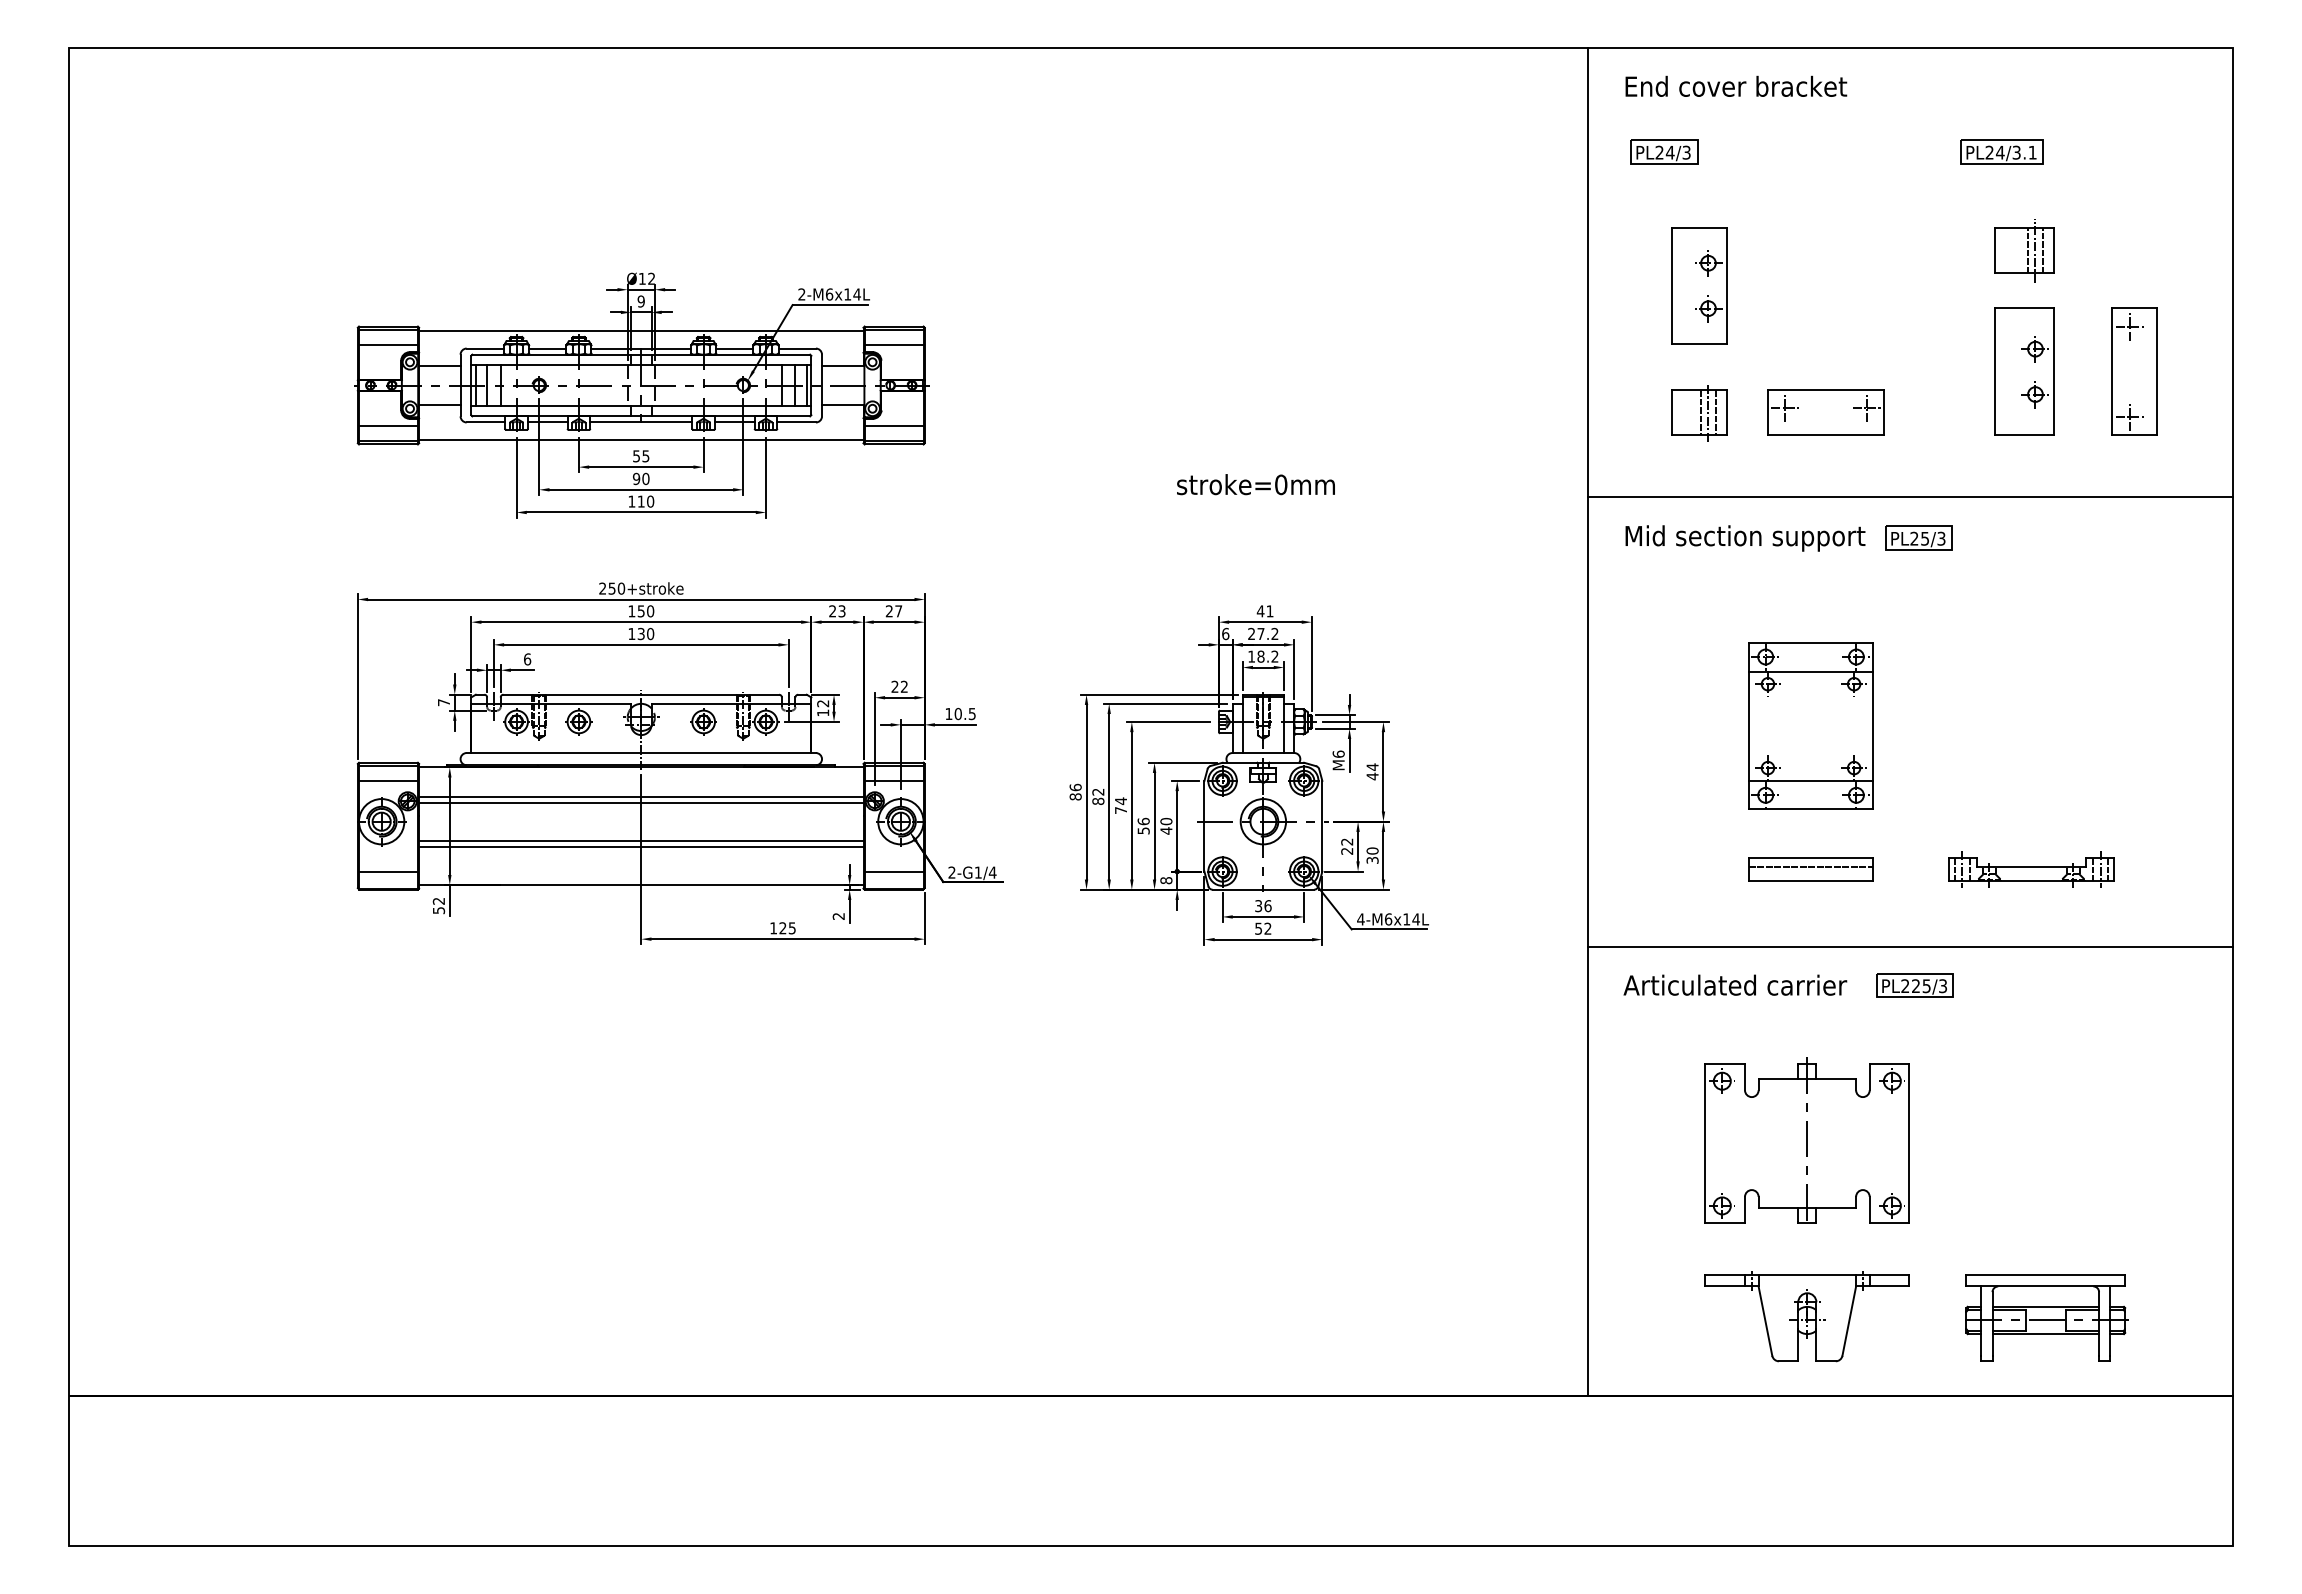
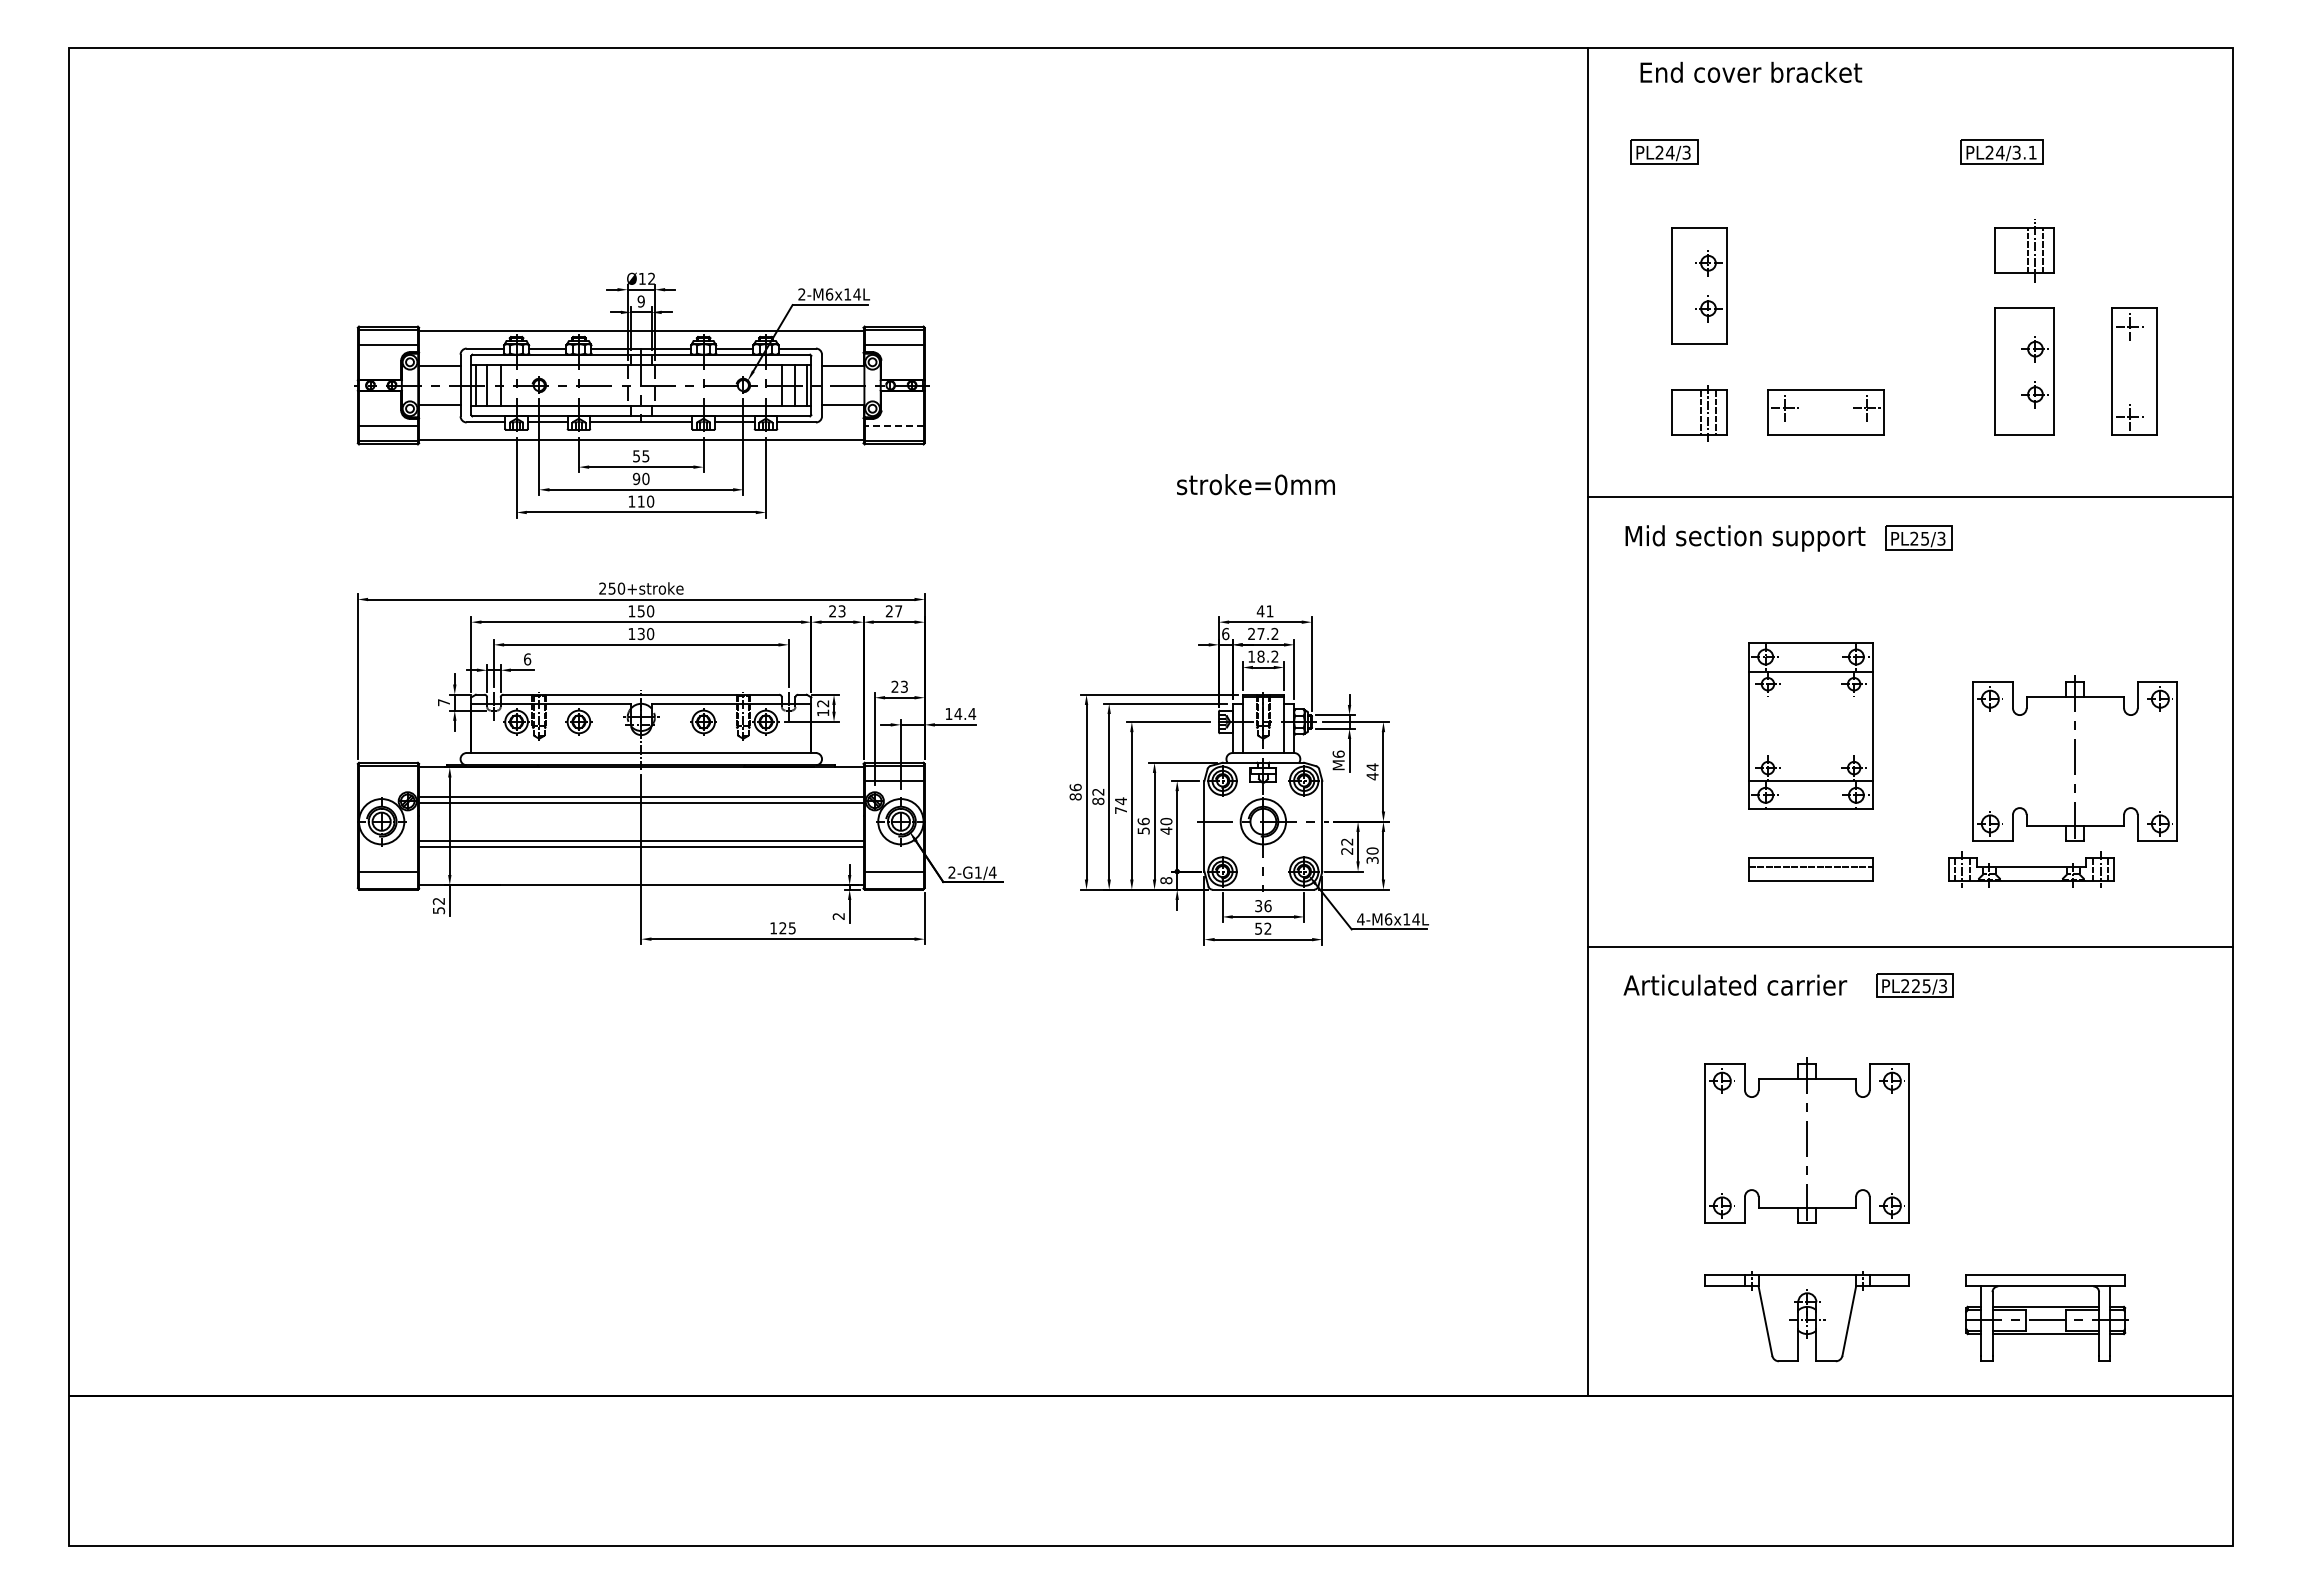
text at (1736, 85) position: (1736, 85) -> (1751, 71)
line at (893, 426): solid -> dashed
text at (904, 686): 22 -> 23
text at (965, 713): 10.5 -> 14.4
part at (2074, 758): none -> present
line at (388, 780): present -> none
